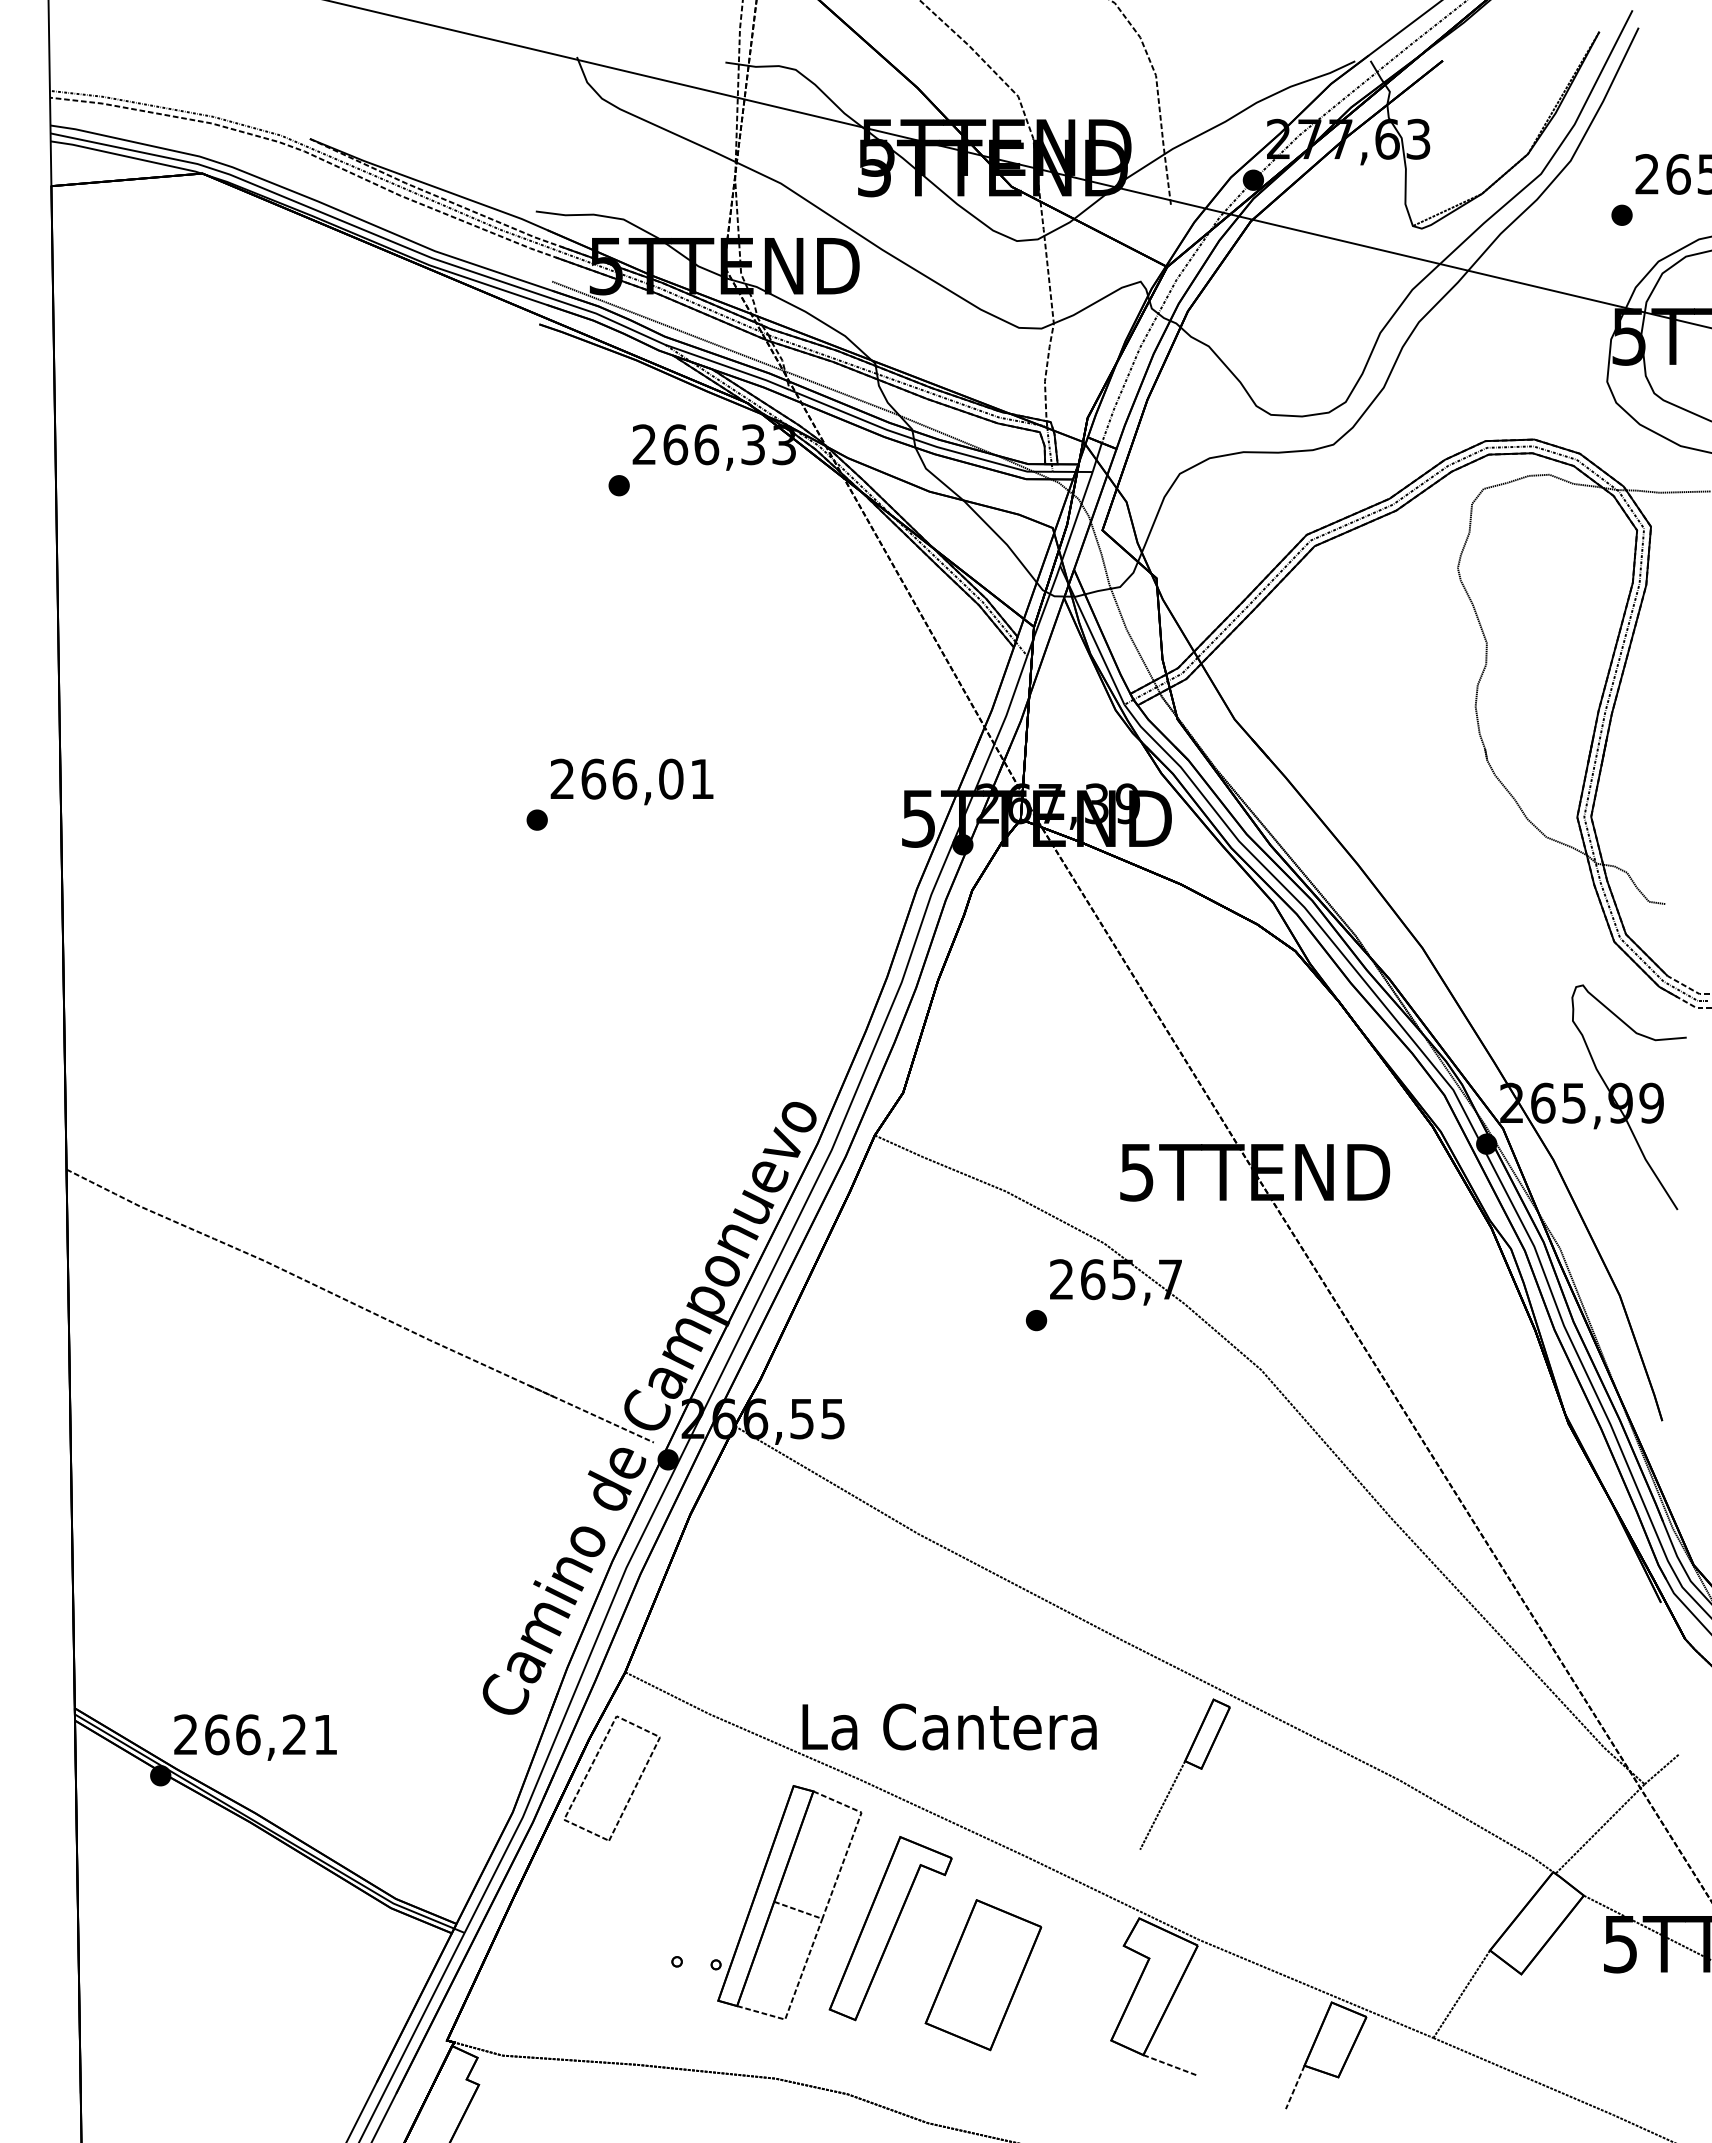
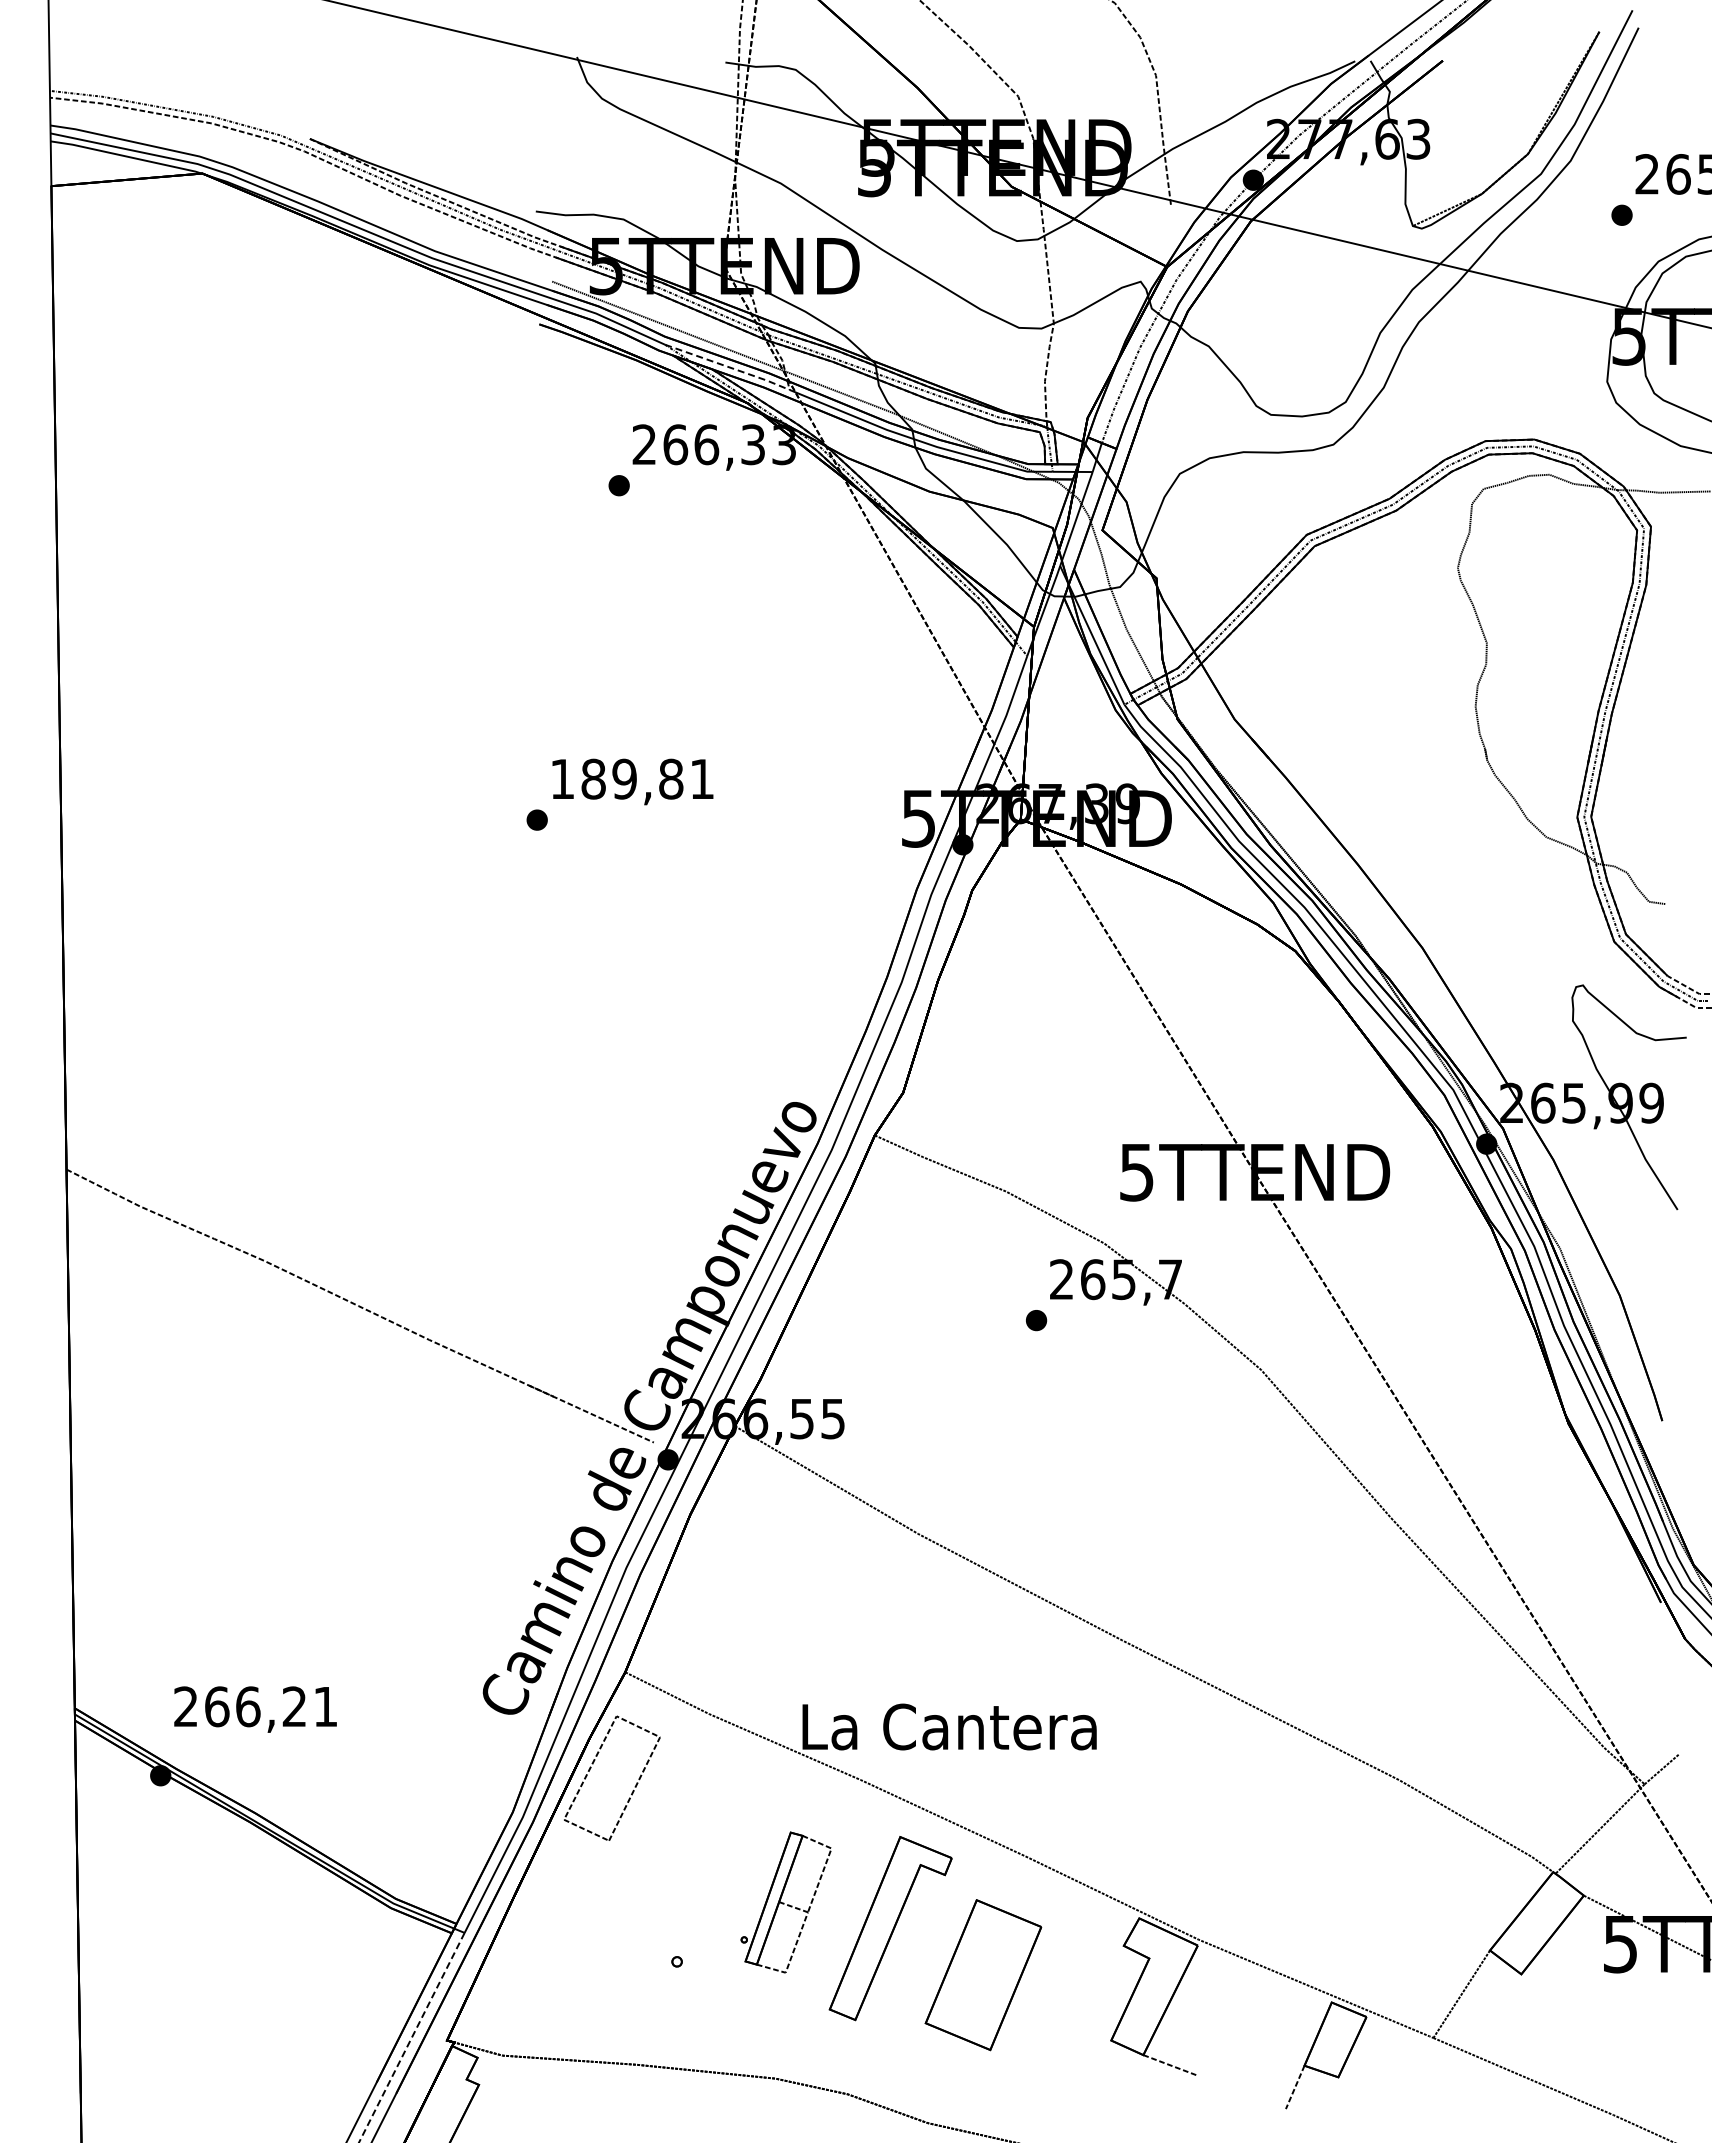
line at (728, 366): solid -> dashed
text at (616, 778): 266,01 -> 189,81
text at (255, 1737) position: (255, 1737) -> (255, 1709)
part at (1184, 1773): present -> none
part at (786, 1902) size: 153x235 px -> 92x143 px
line at (411, 2038): solid -> dashed
